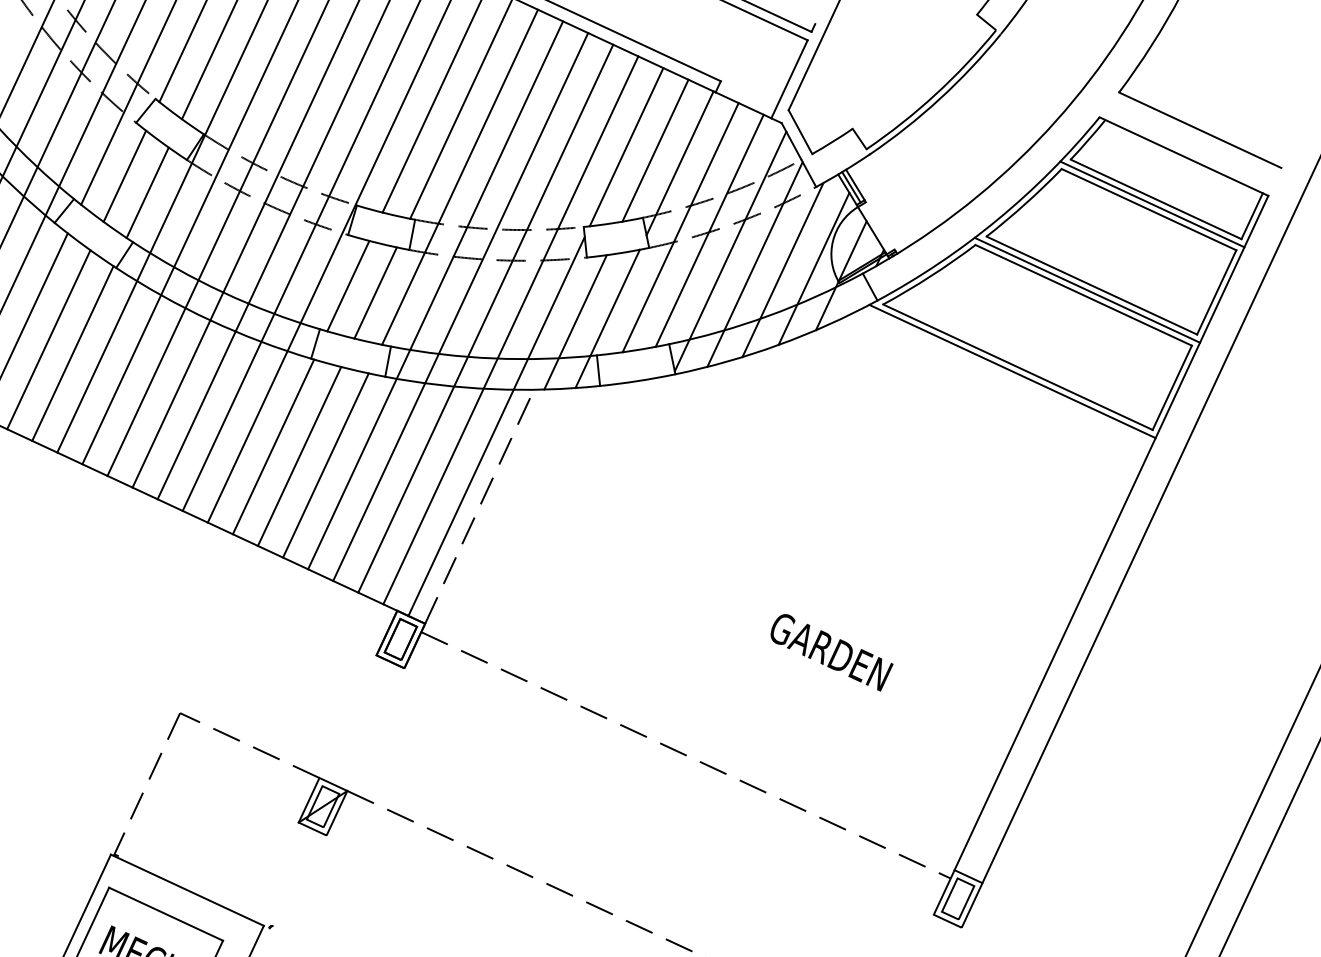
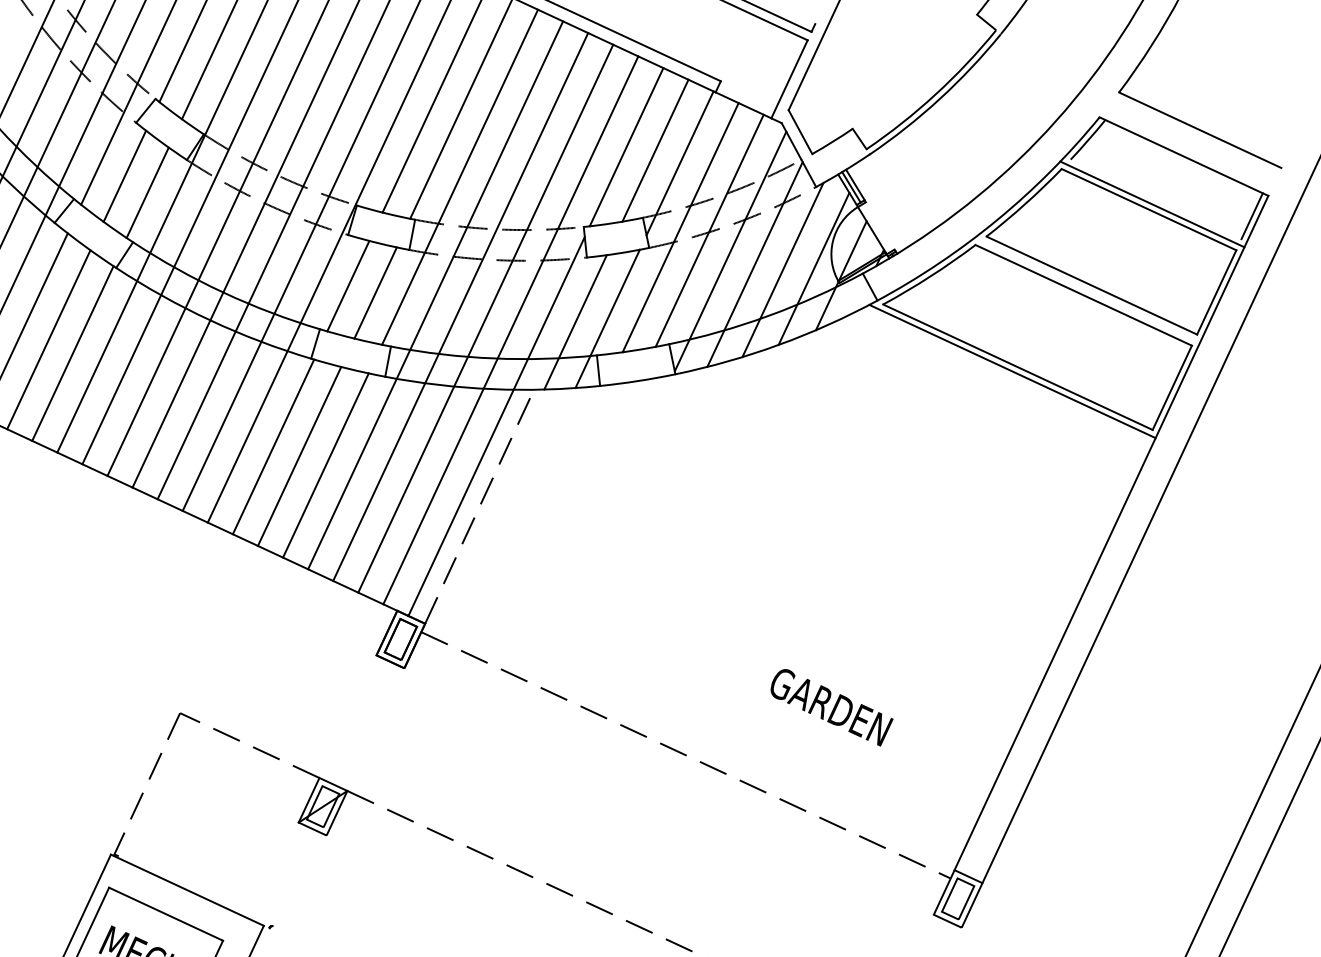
line at (1155, 199): present -> none
line at (1087, 289): present -> none
text at (831, 652) position: (831, 652) -> (831, 707)
